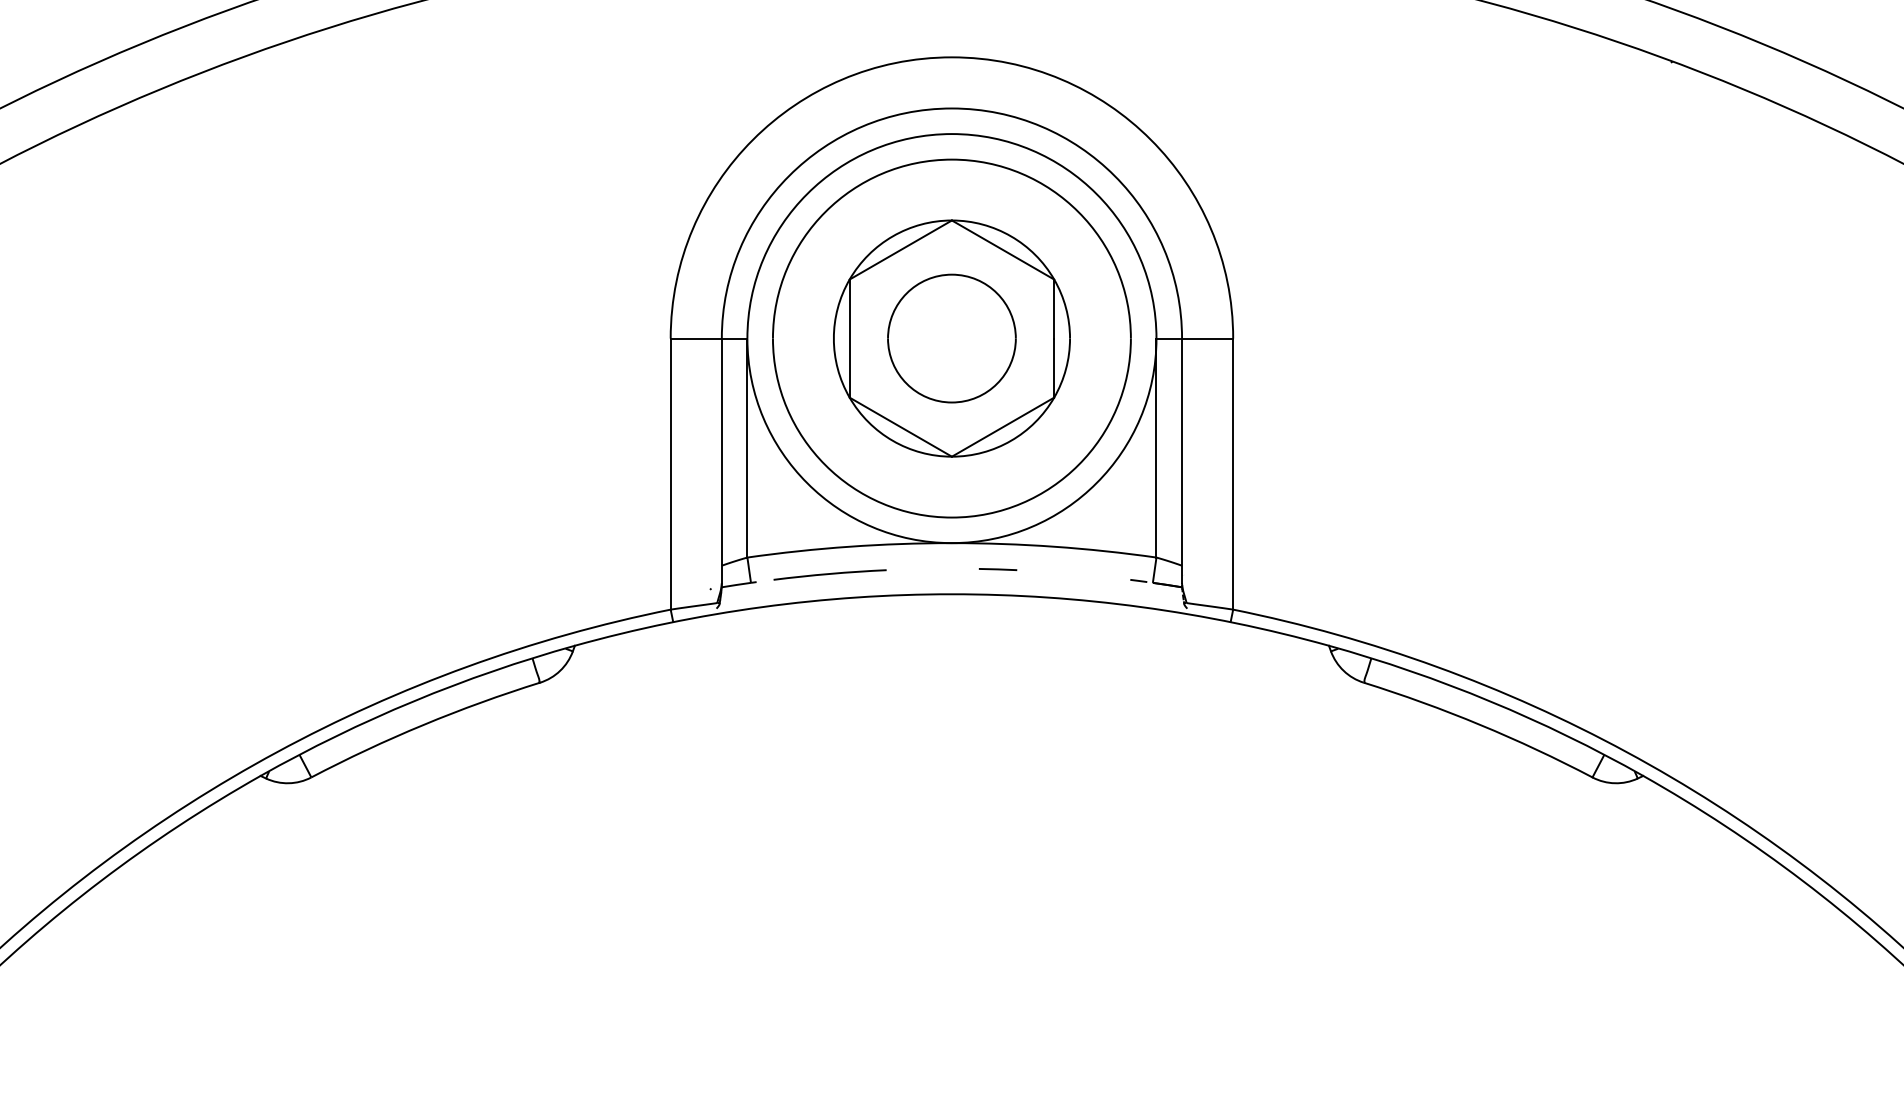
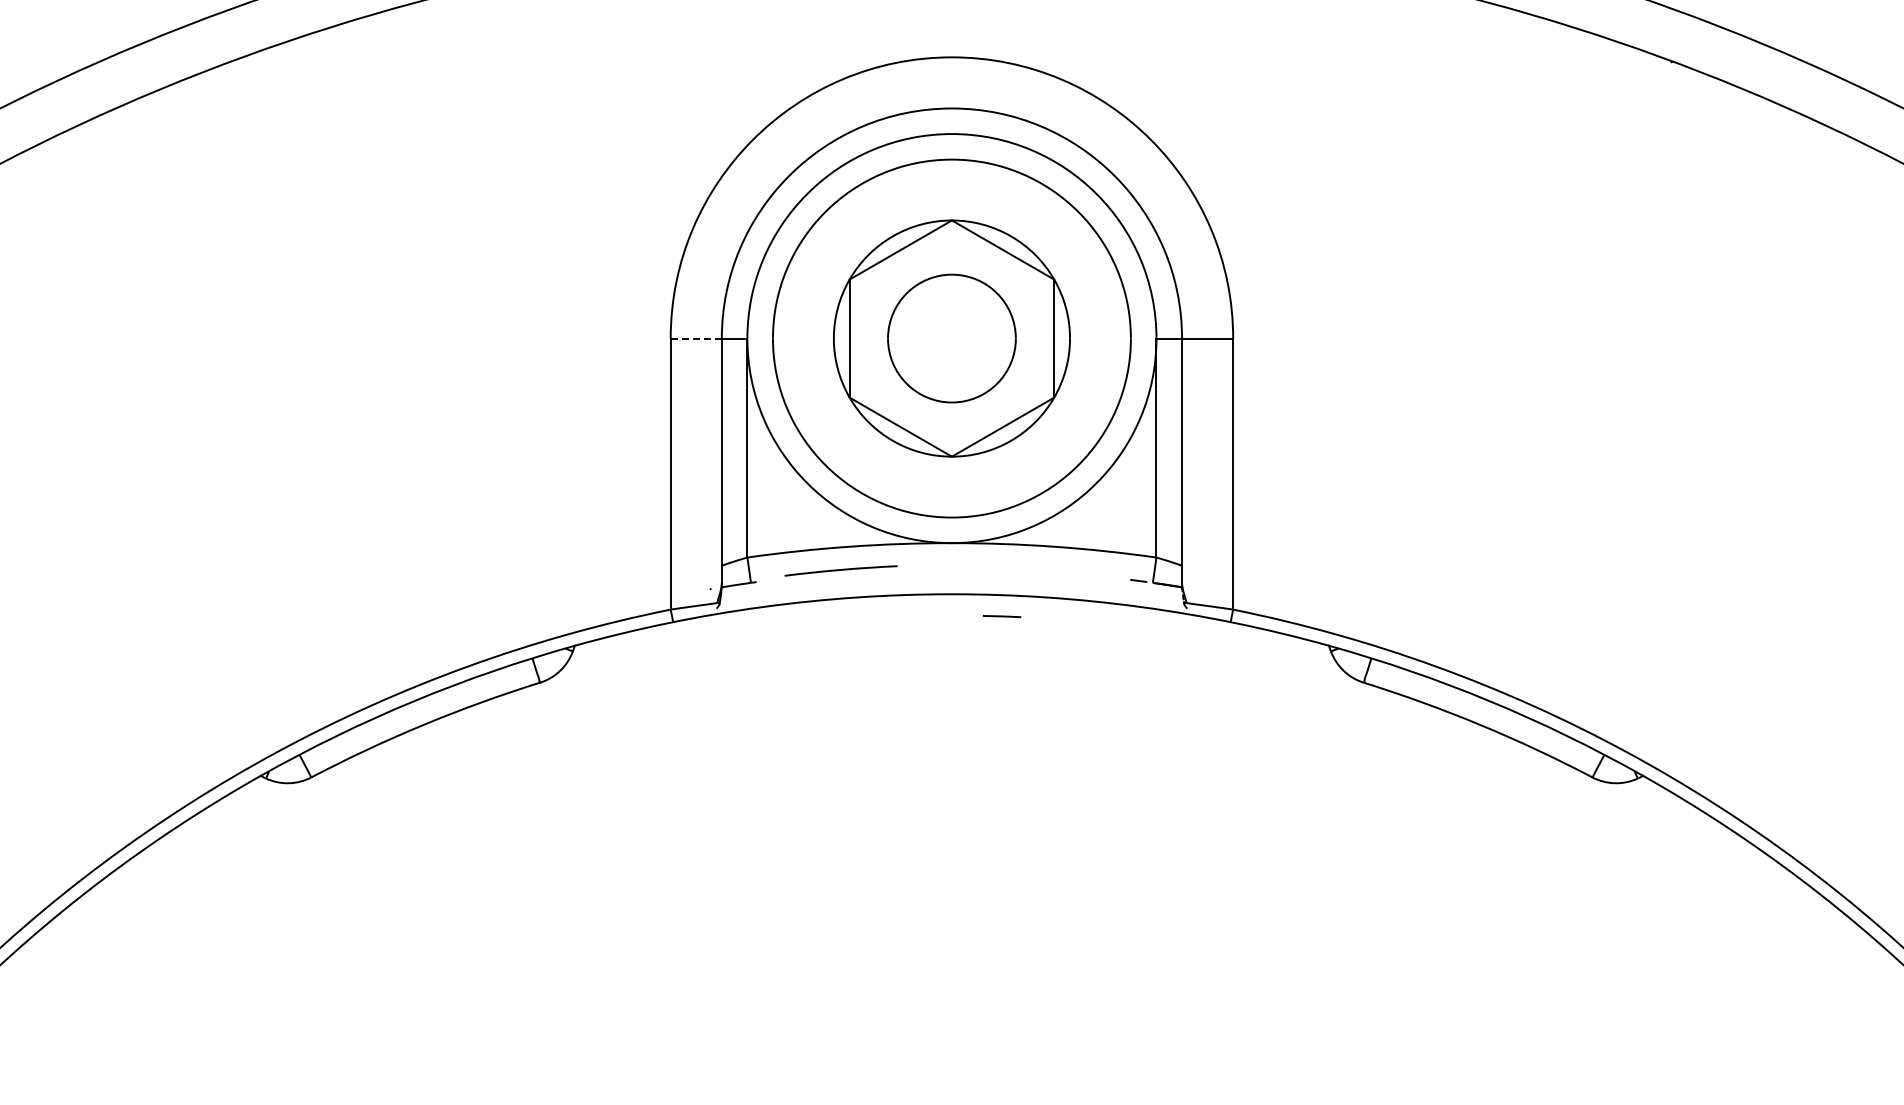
line at (696, 338): solid -> dashed
line at (998, 569) position: (998, 569) -> (1002, 616)
arc at (829, 574) position: (829, 574) -> (840, 570)
